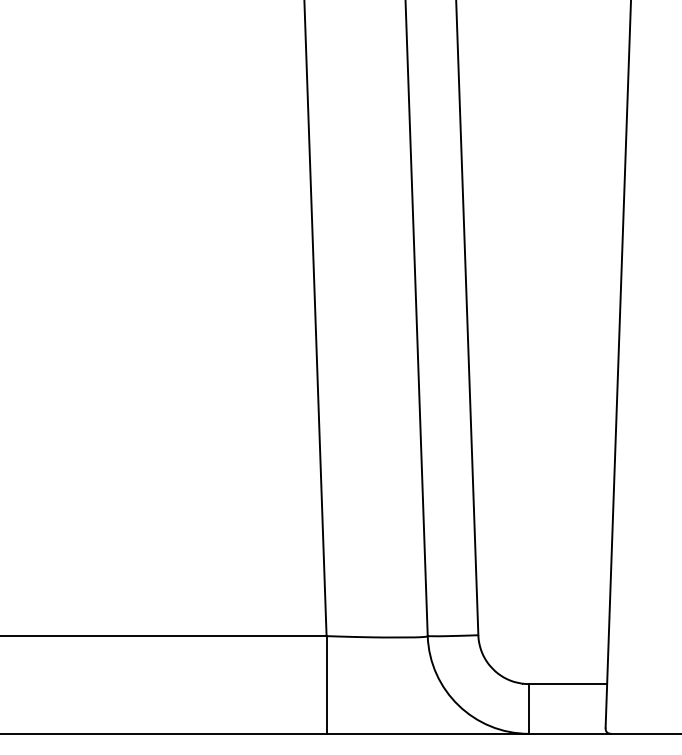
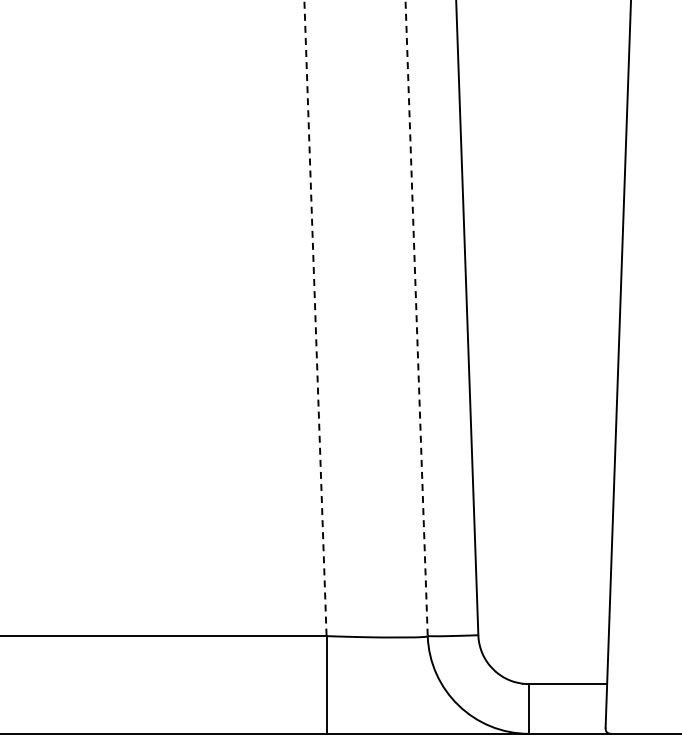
line at (315, 318): solid -> dashed
line at (416, 318): solid -> dashed
